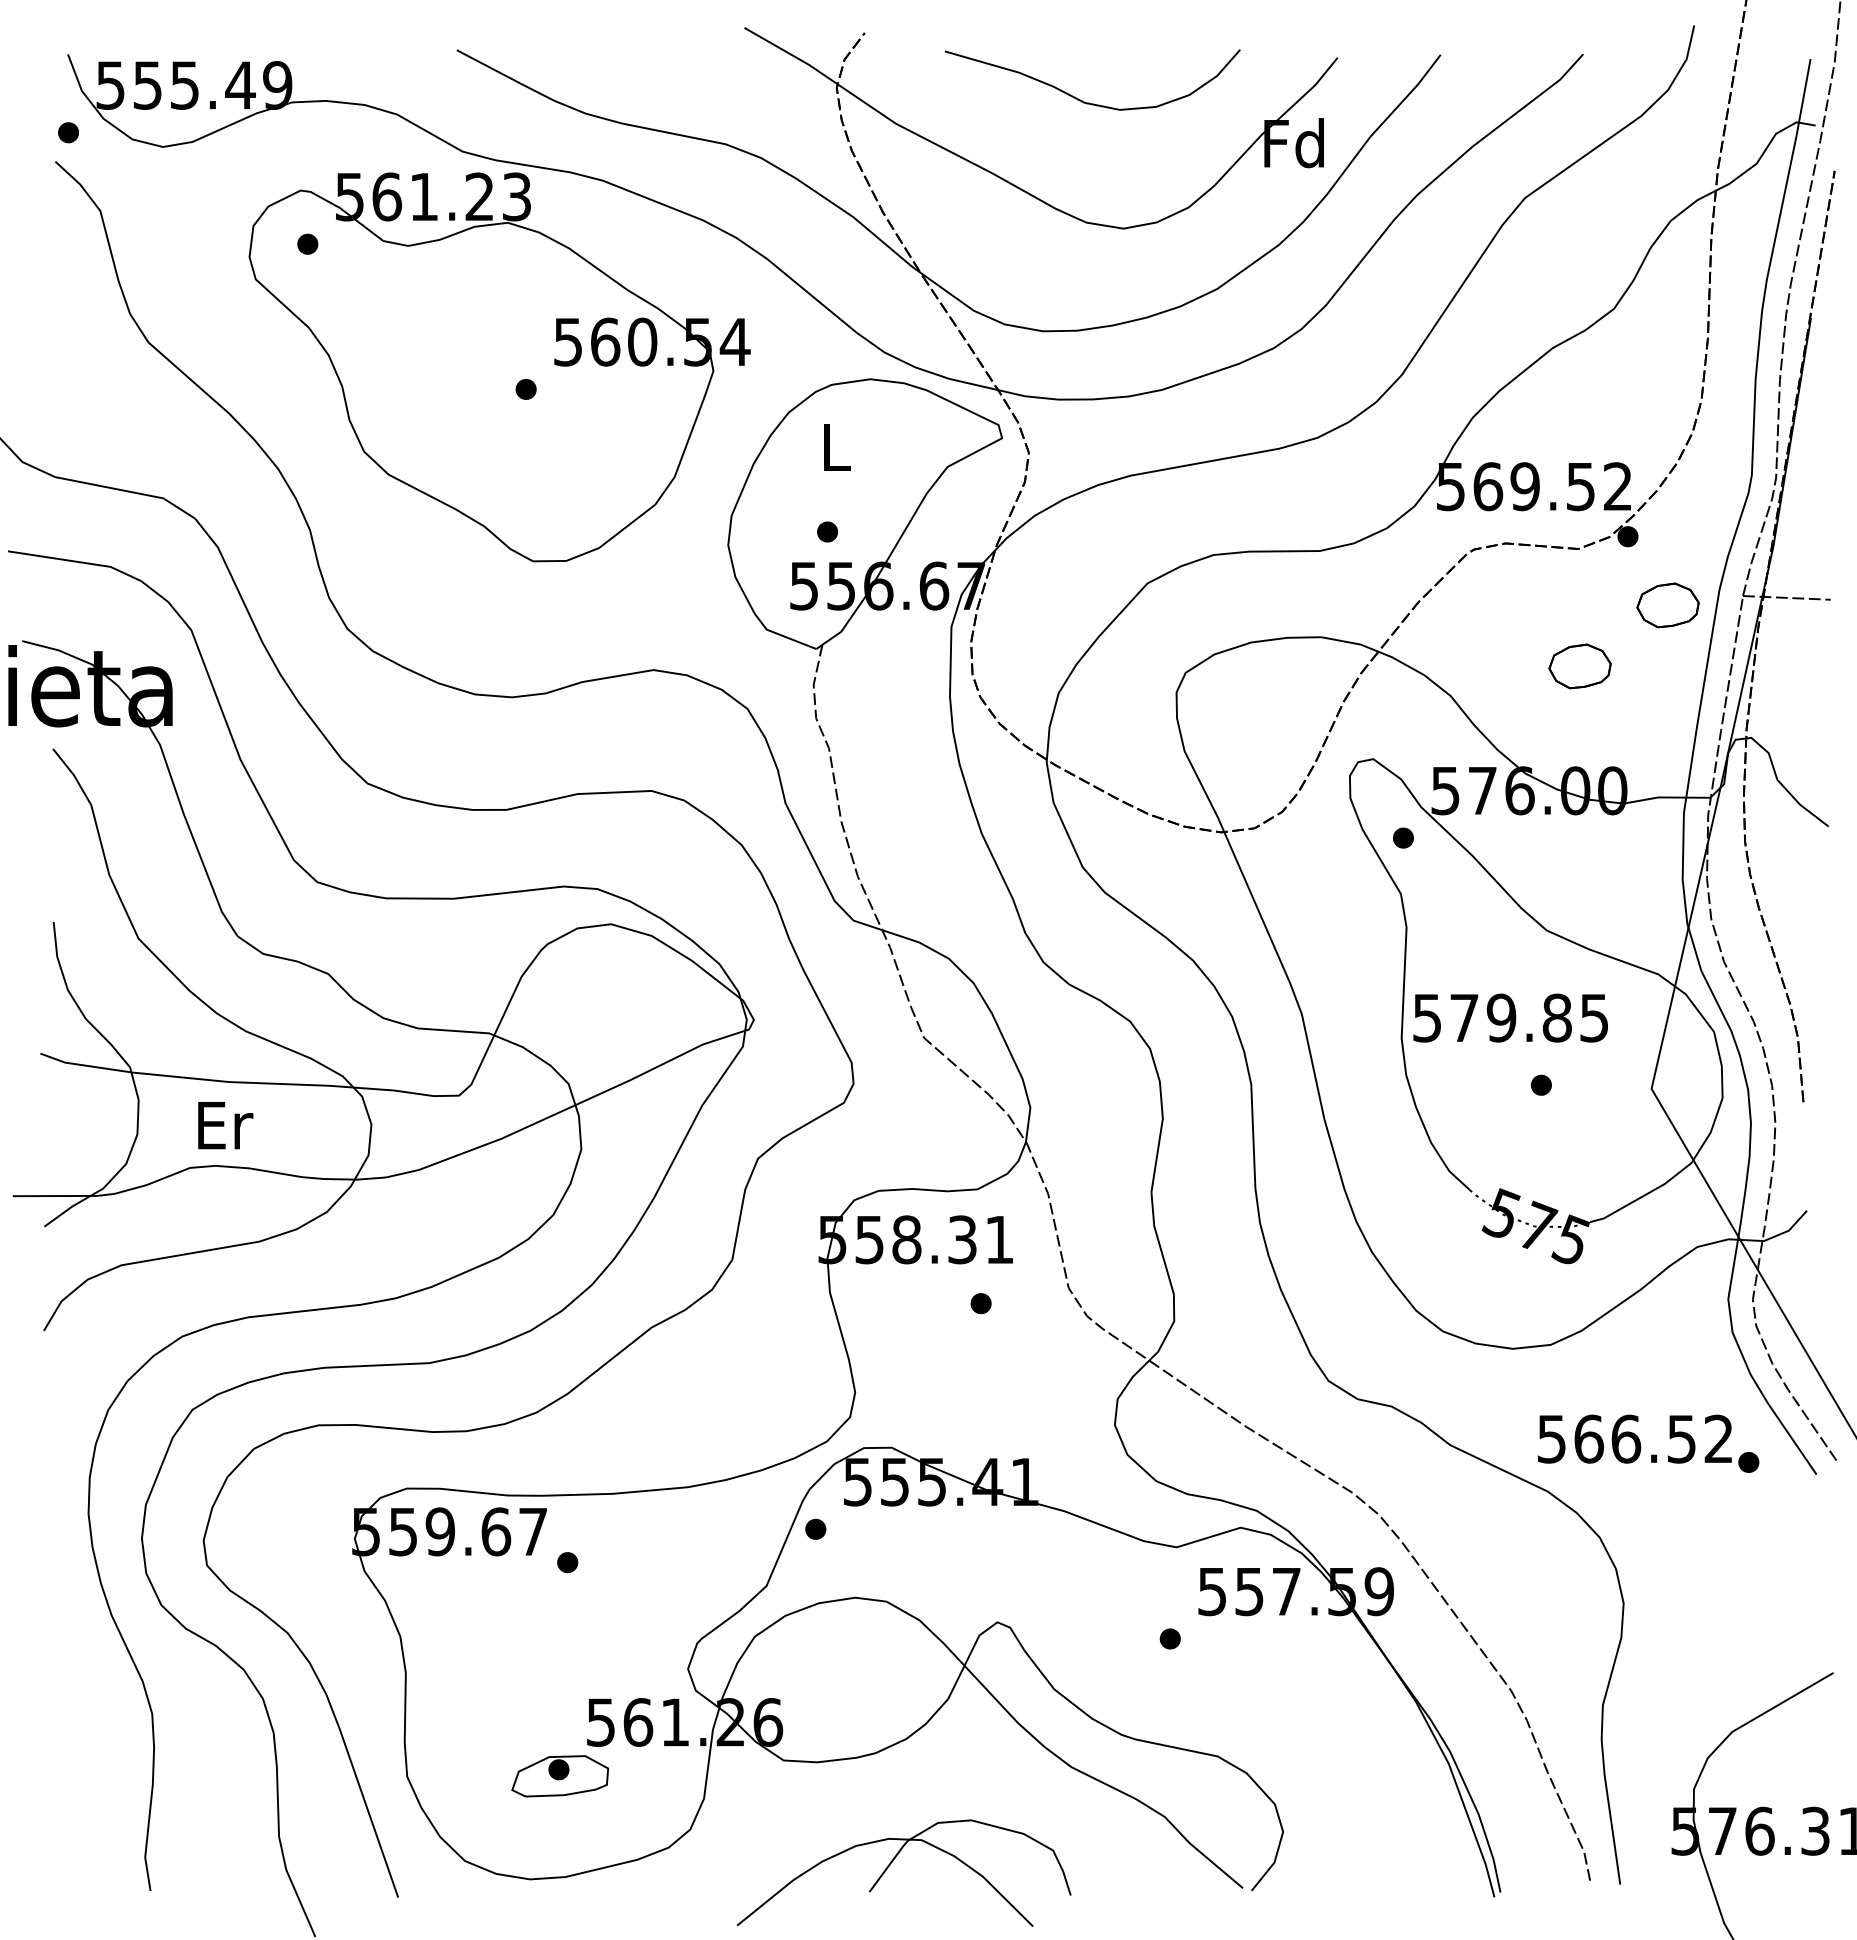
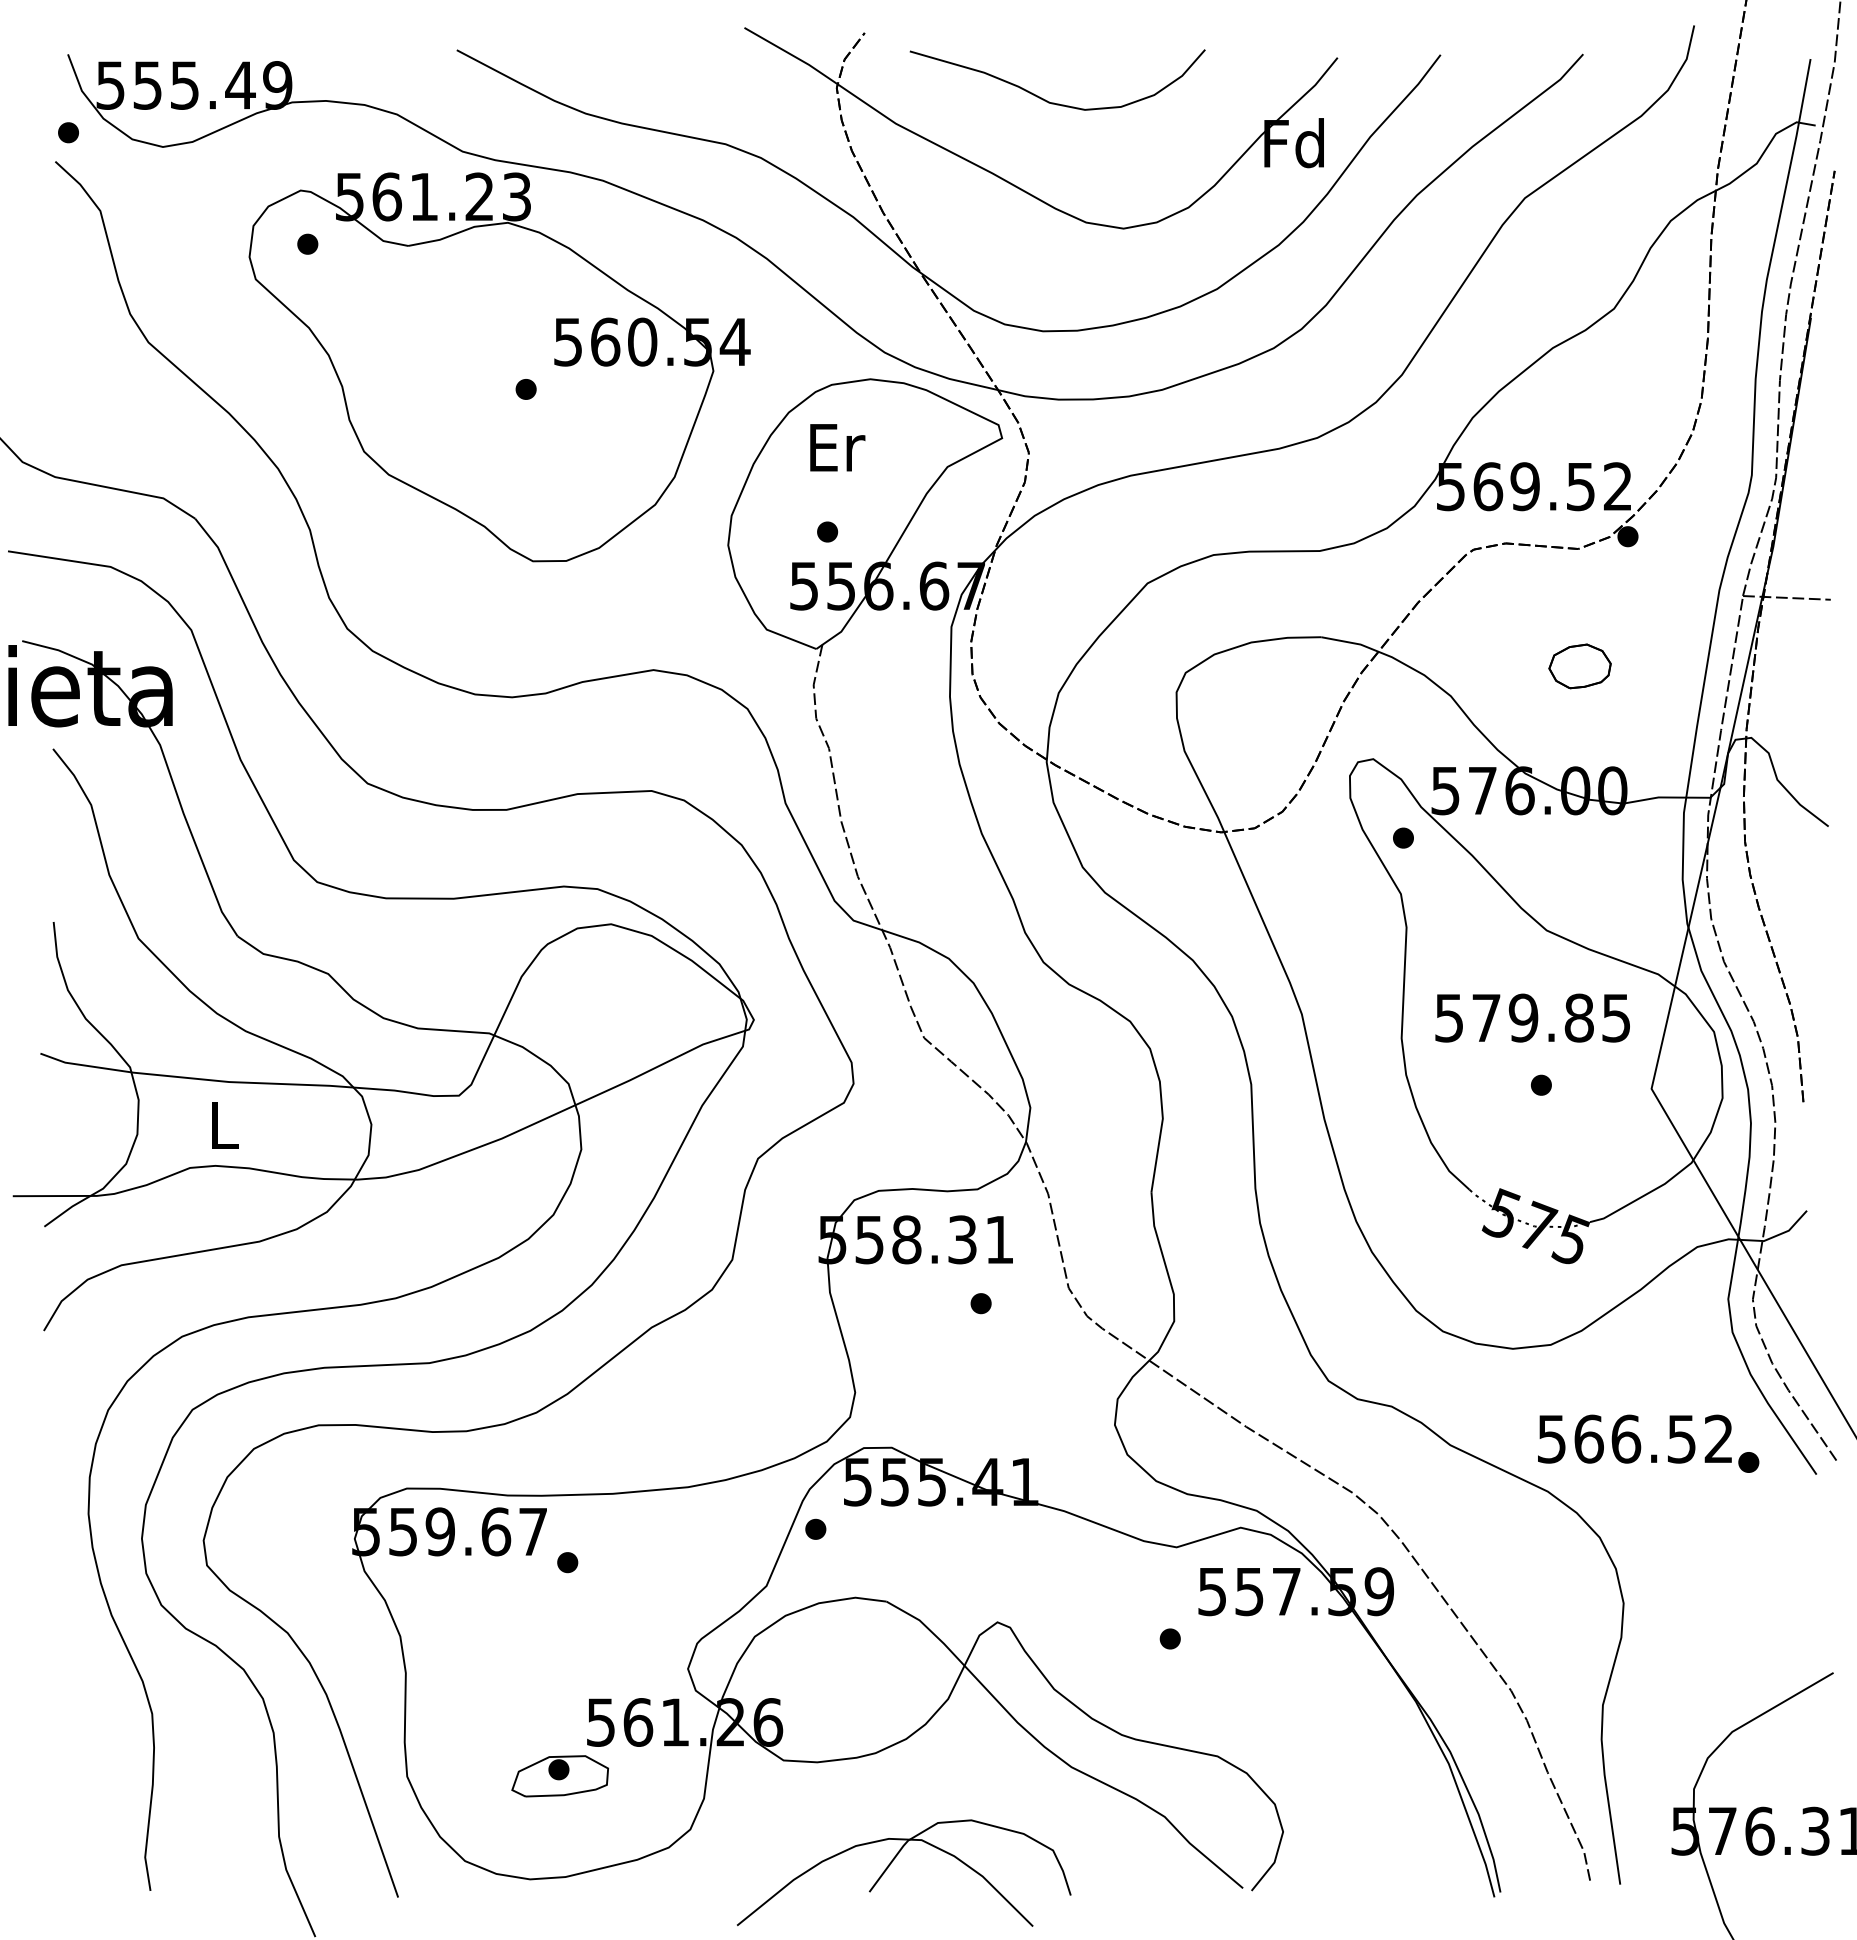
curve at (1089, 102) position: (1089, 102) -> (1054, 102)
text at (837, 447): L -> Er
part at (1667, 605): present -> none
text at (1510, 1017) position: (1510, 1017) -> (1532, 1017)
text at (225, 1125): Er -> L
